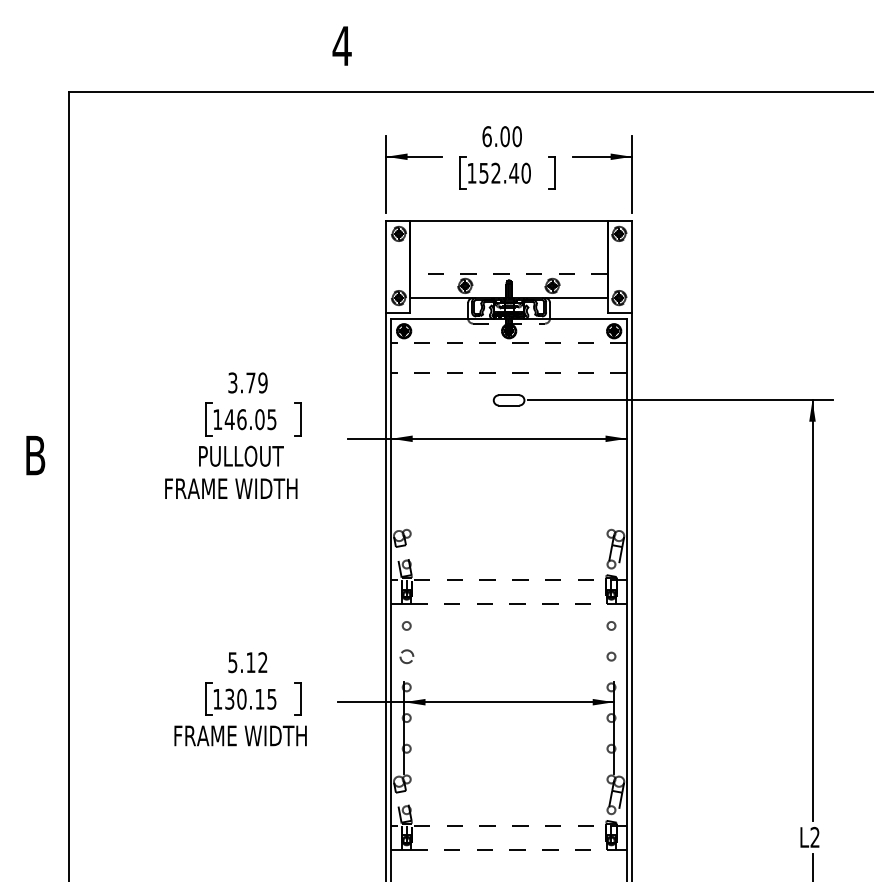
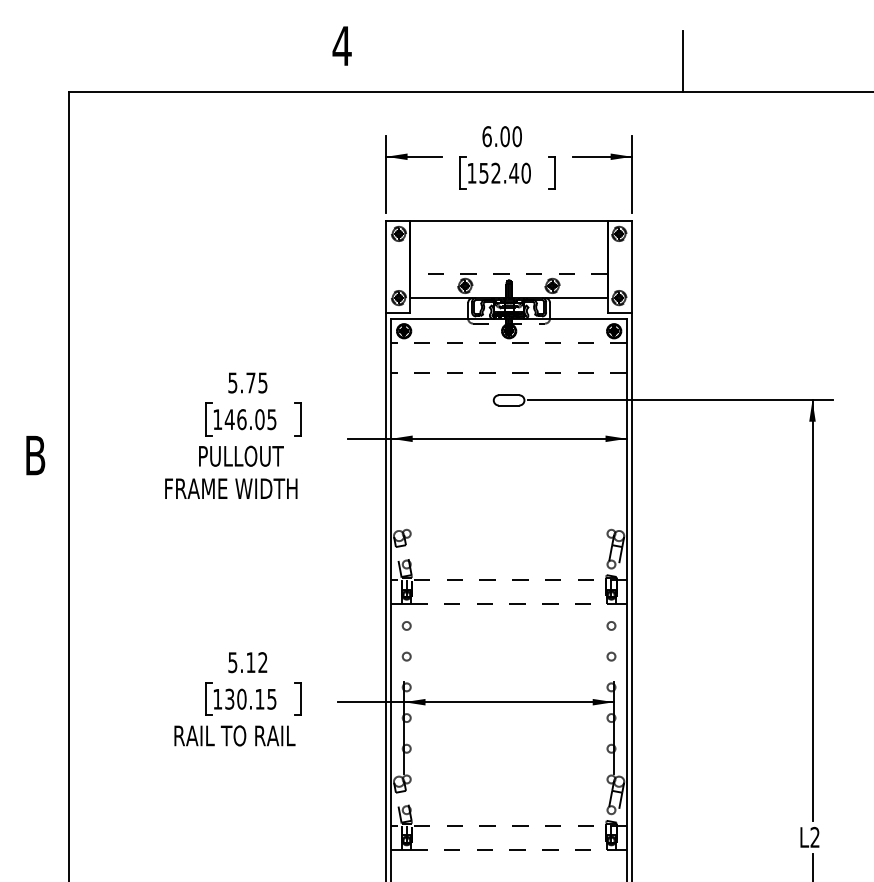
line at (682, 61): none -> present
text at (247, 382): 3.79 -> 5.75
part at (406, 656) size: 16x15 px -> 11x11 px
text at (241, 735): FRAME WIDTH -> RAIL TO RAIL
